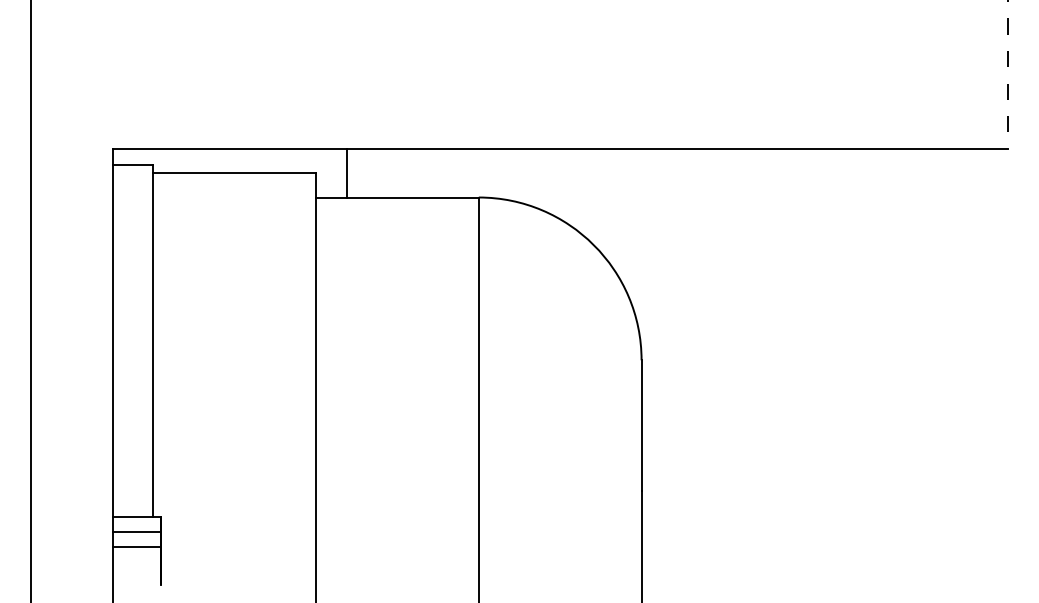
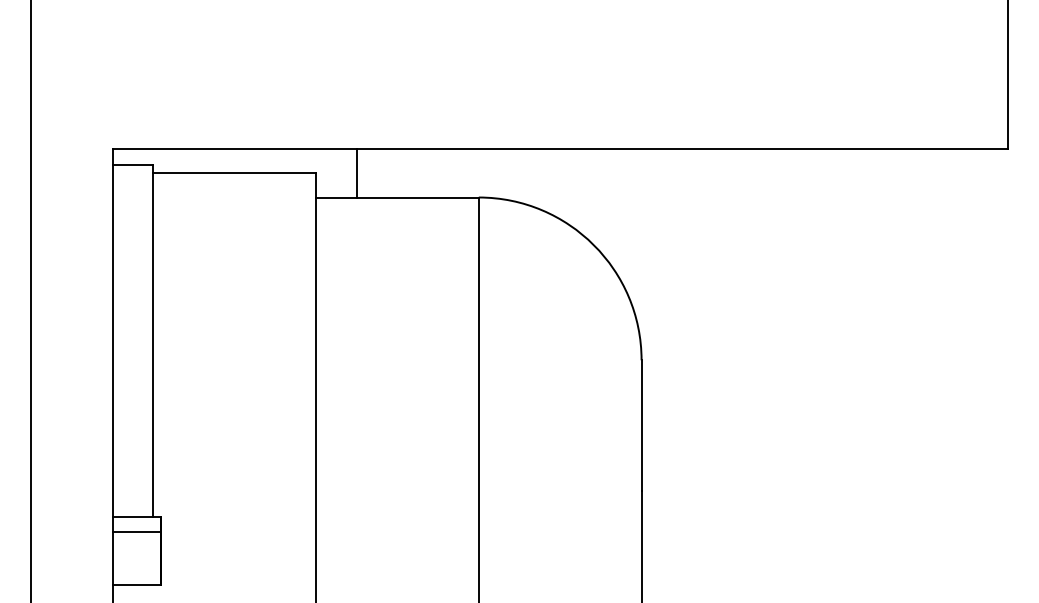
line at (1007, 74): dashed -> solid
line at (346, 172) position: (346, 172) -> (356, 172)
line at (136, 546) position: (136, 546) -> (136, 584)
